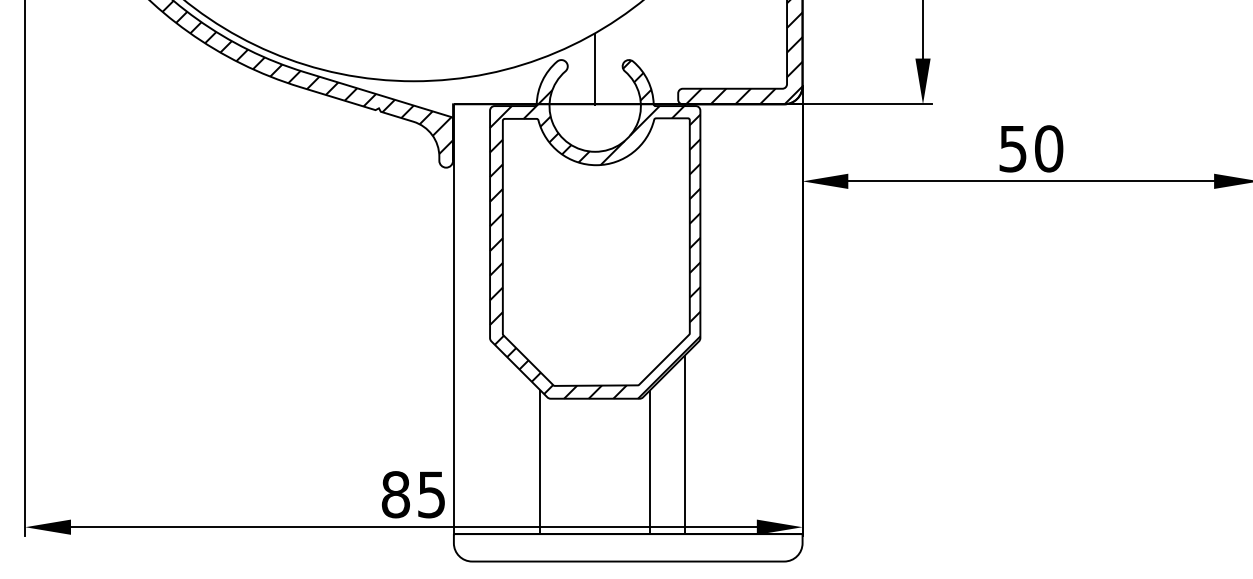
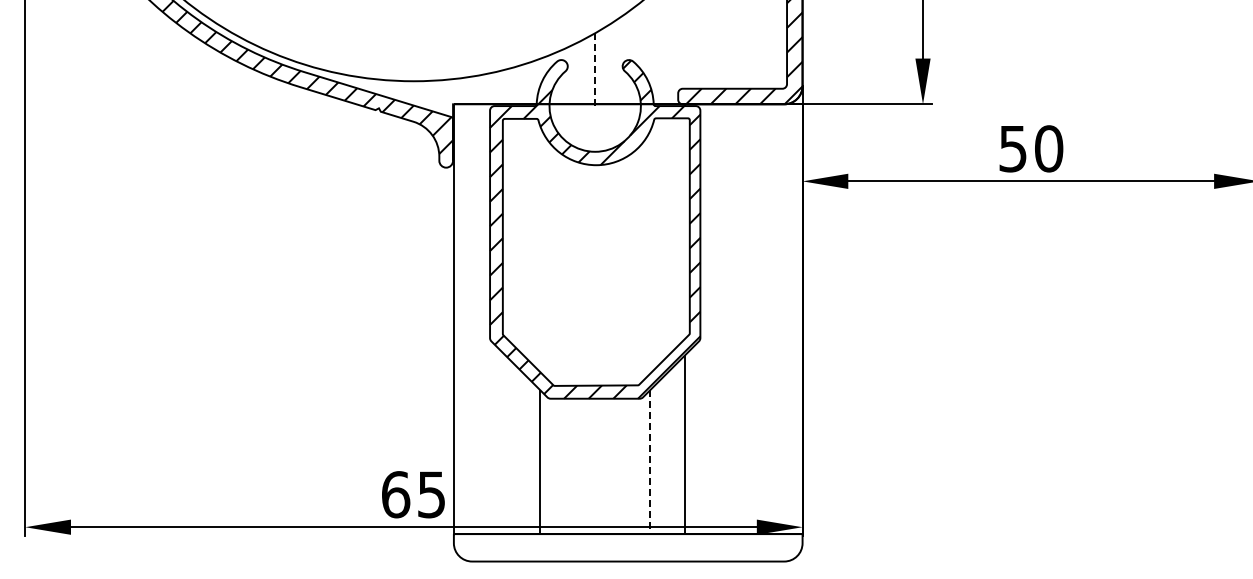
line at (595, 70): solid -> dashed
line at (650, 462): solid -> dashed
text at (395, 494): 85 -> 65
